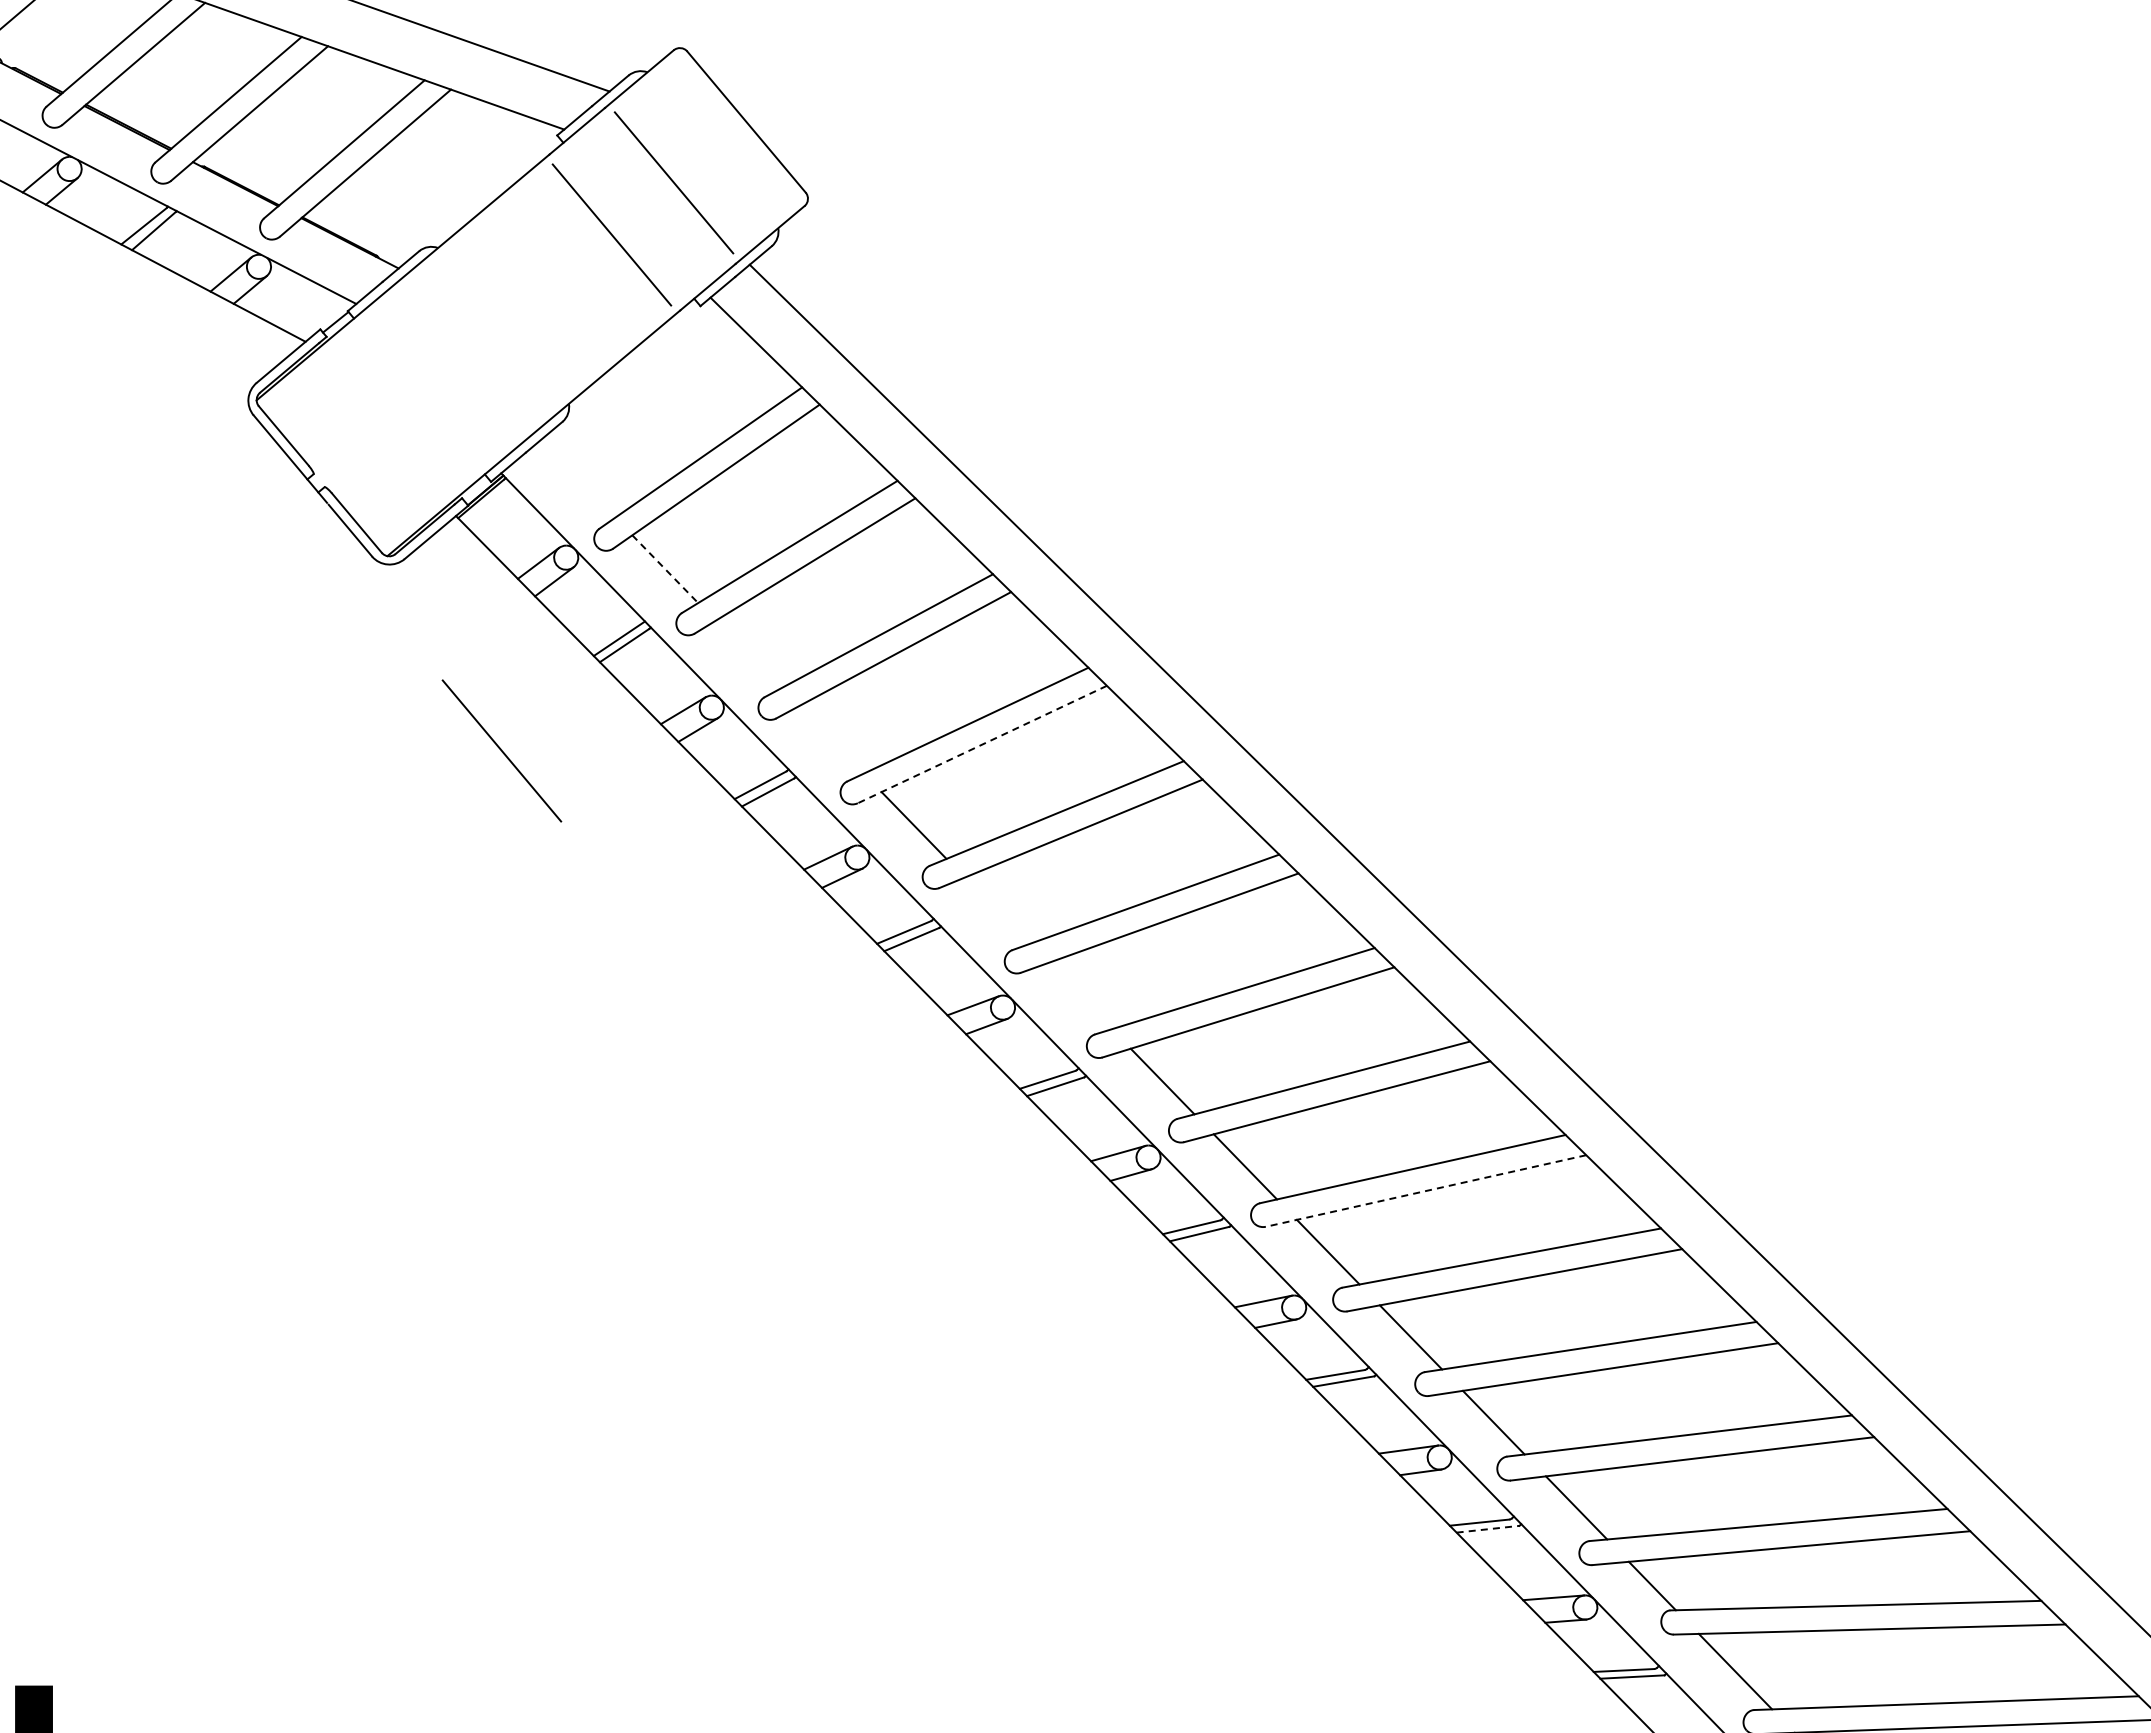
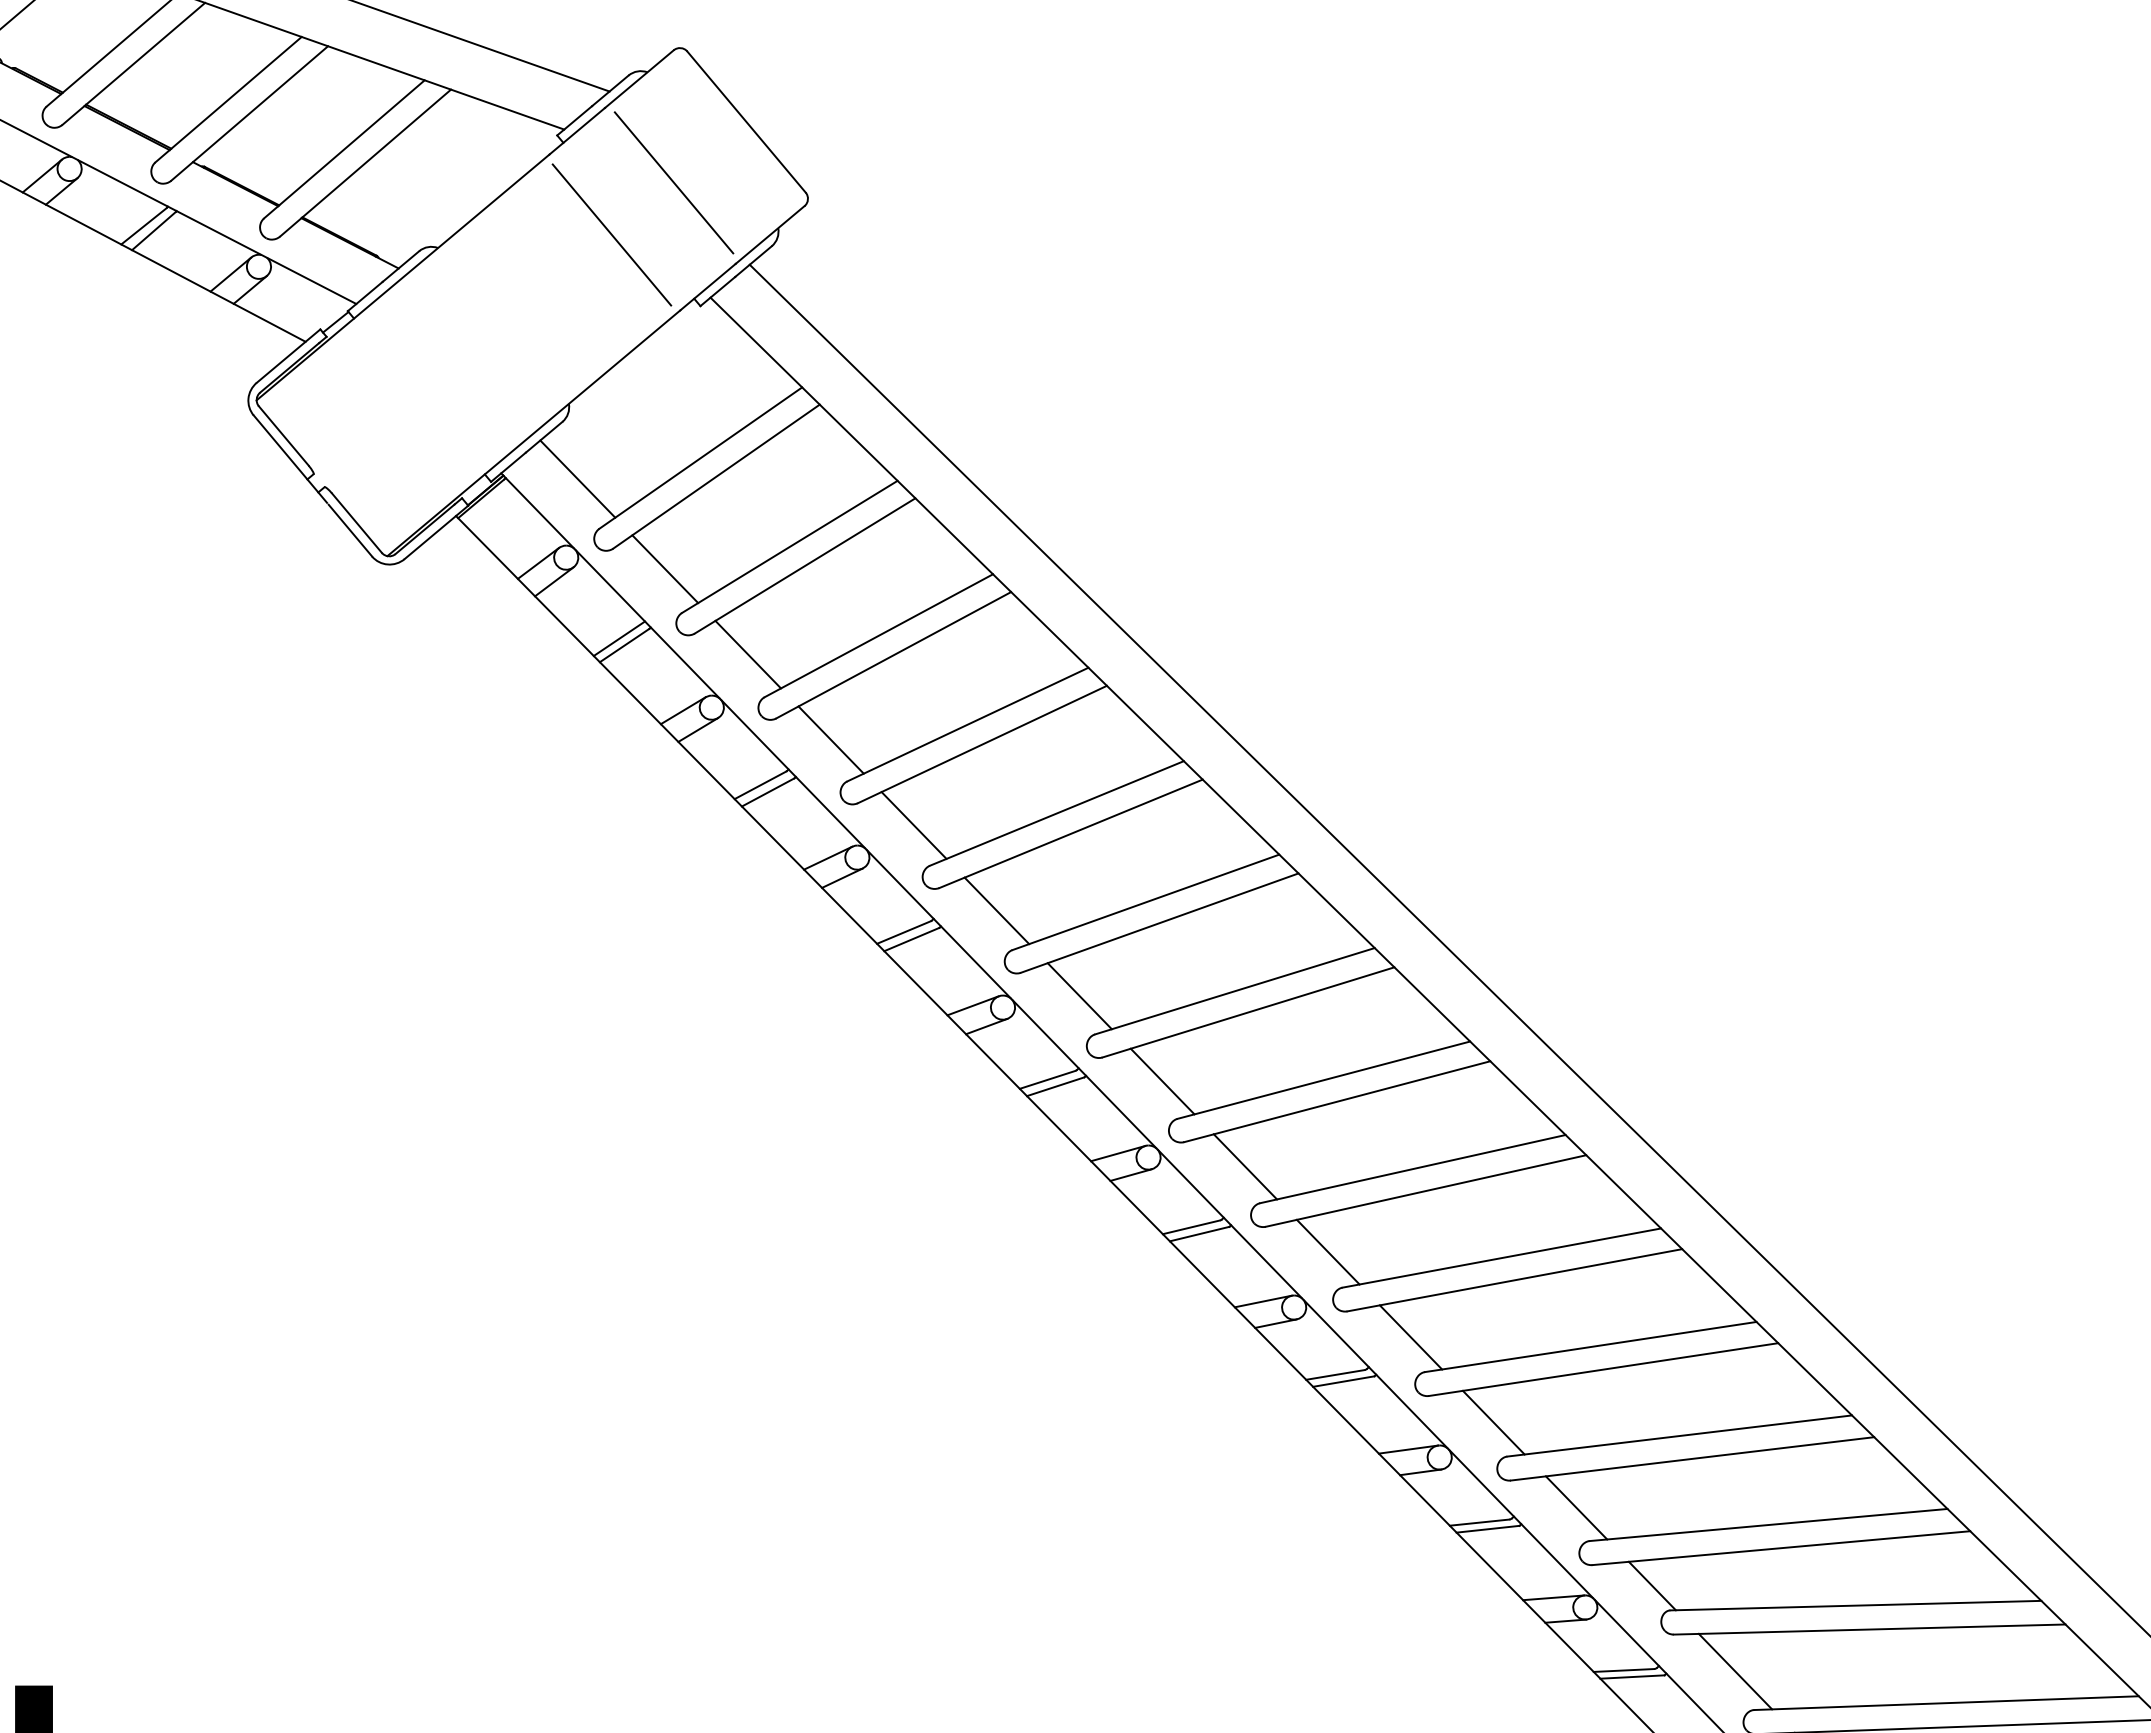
line at (577, 478): none -> present
line at (665, 569): dashed -> solid
line at (748, 654): none -> present
line at (830, 739): none -> present
line at (982, 744): dashed -> solid
line at (501, 750): present -> none
line at (996, 910): none -> present
line at (1079, 996): none -> present
line at (1425, 1191): dashed -> solid
line at (1488, 1529): dashed -> solid
